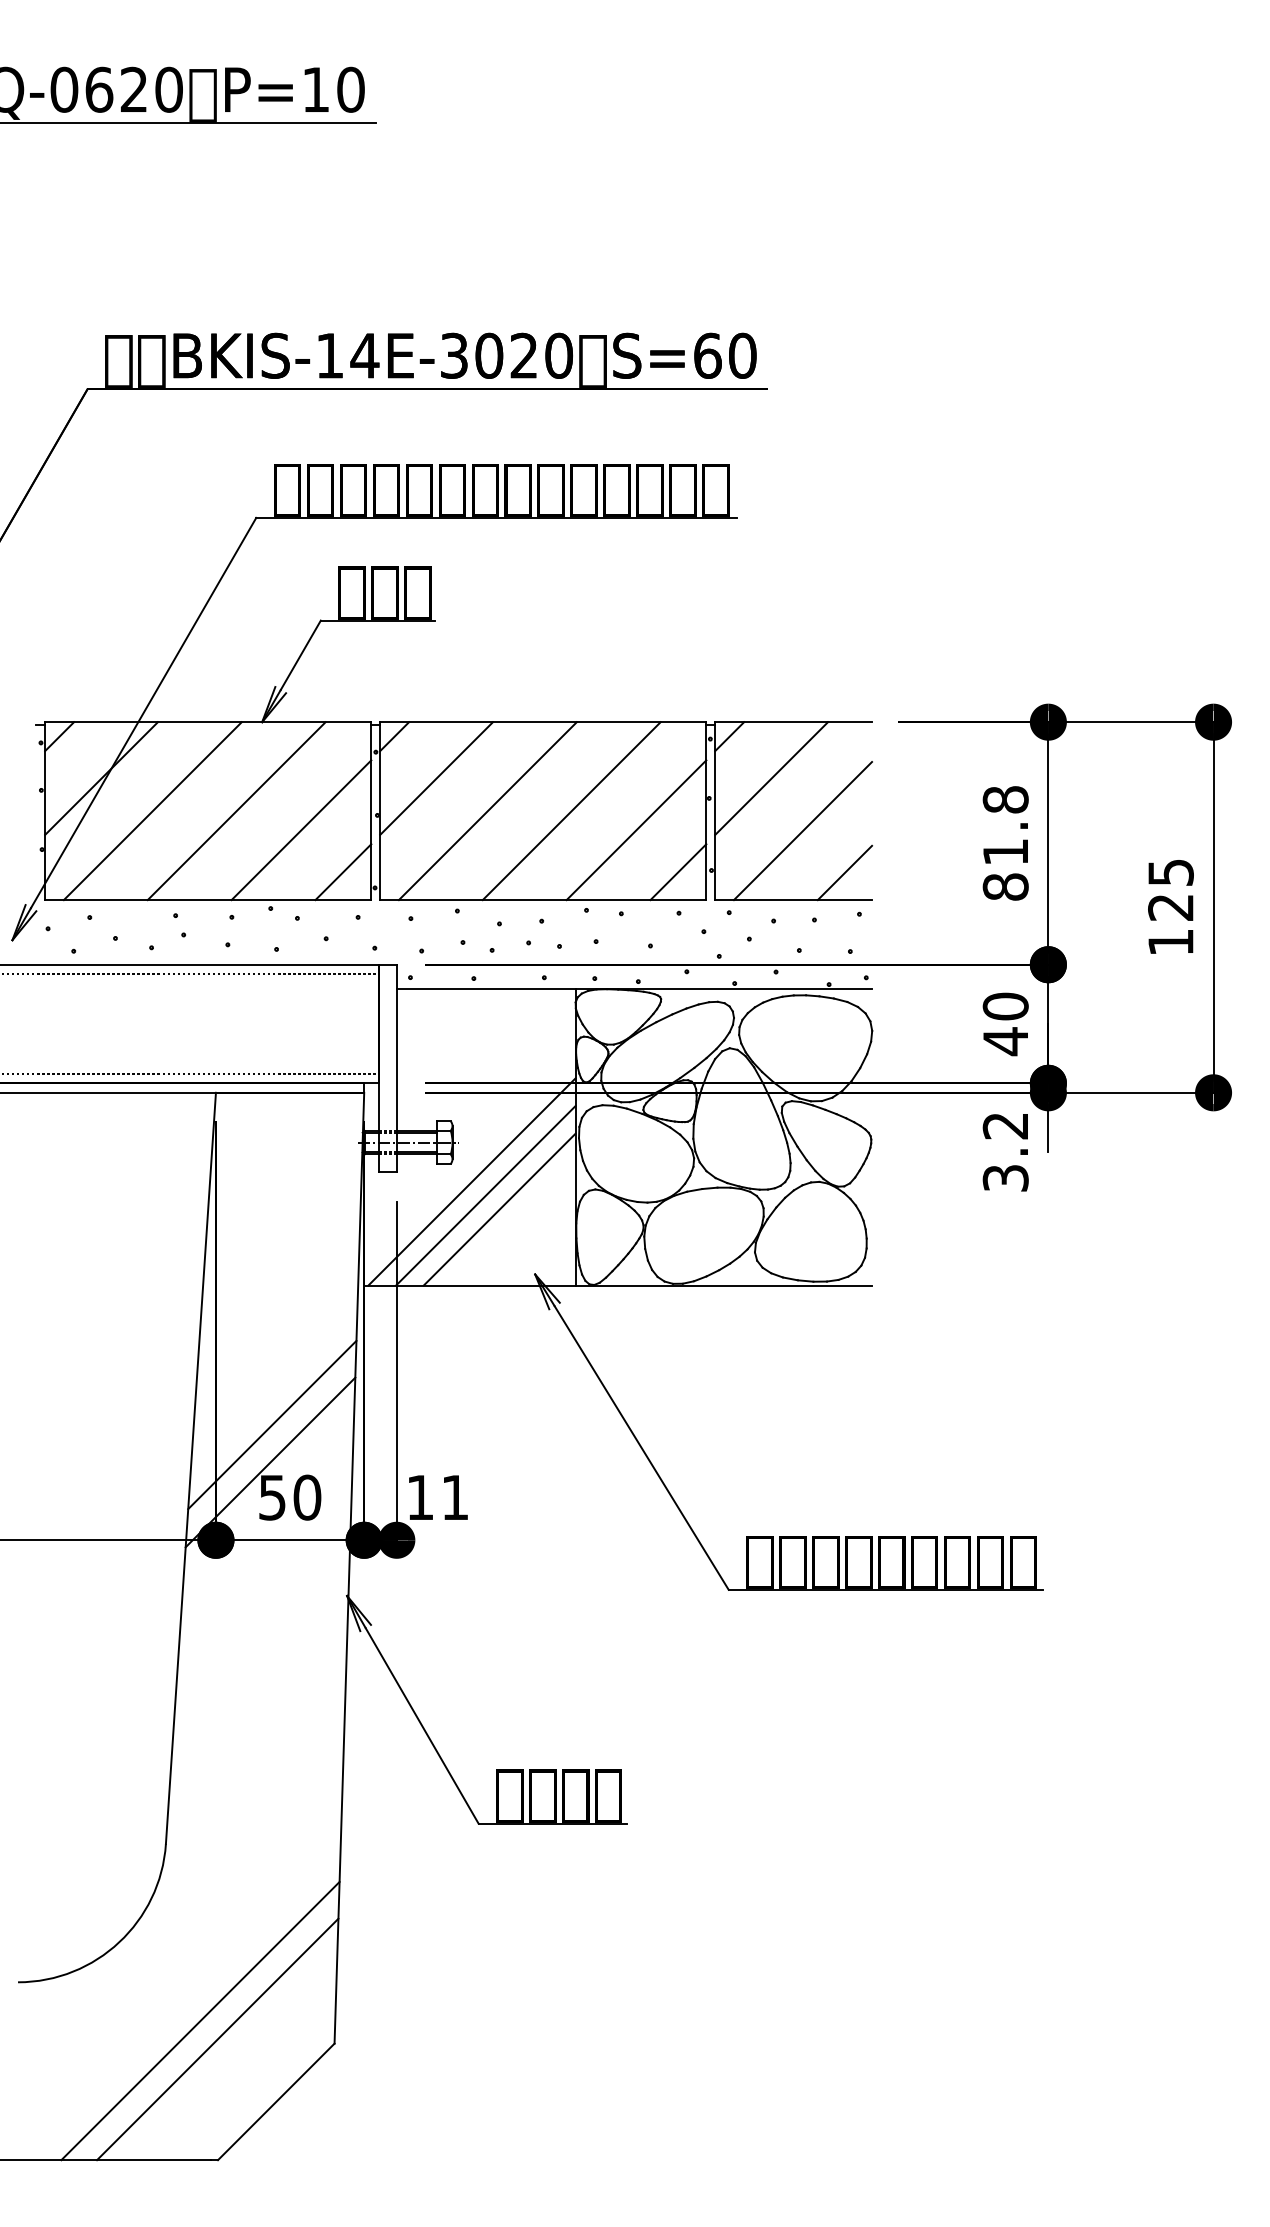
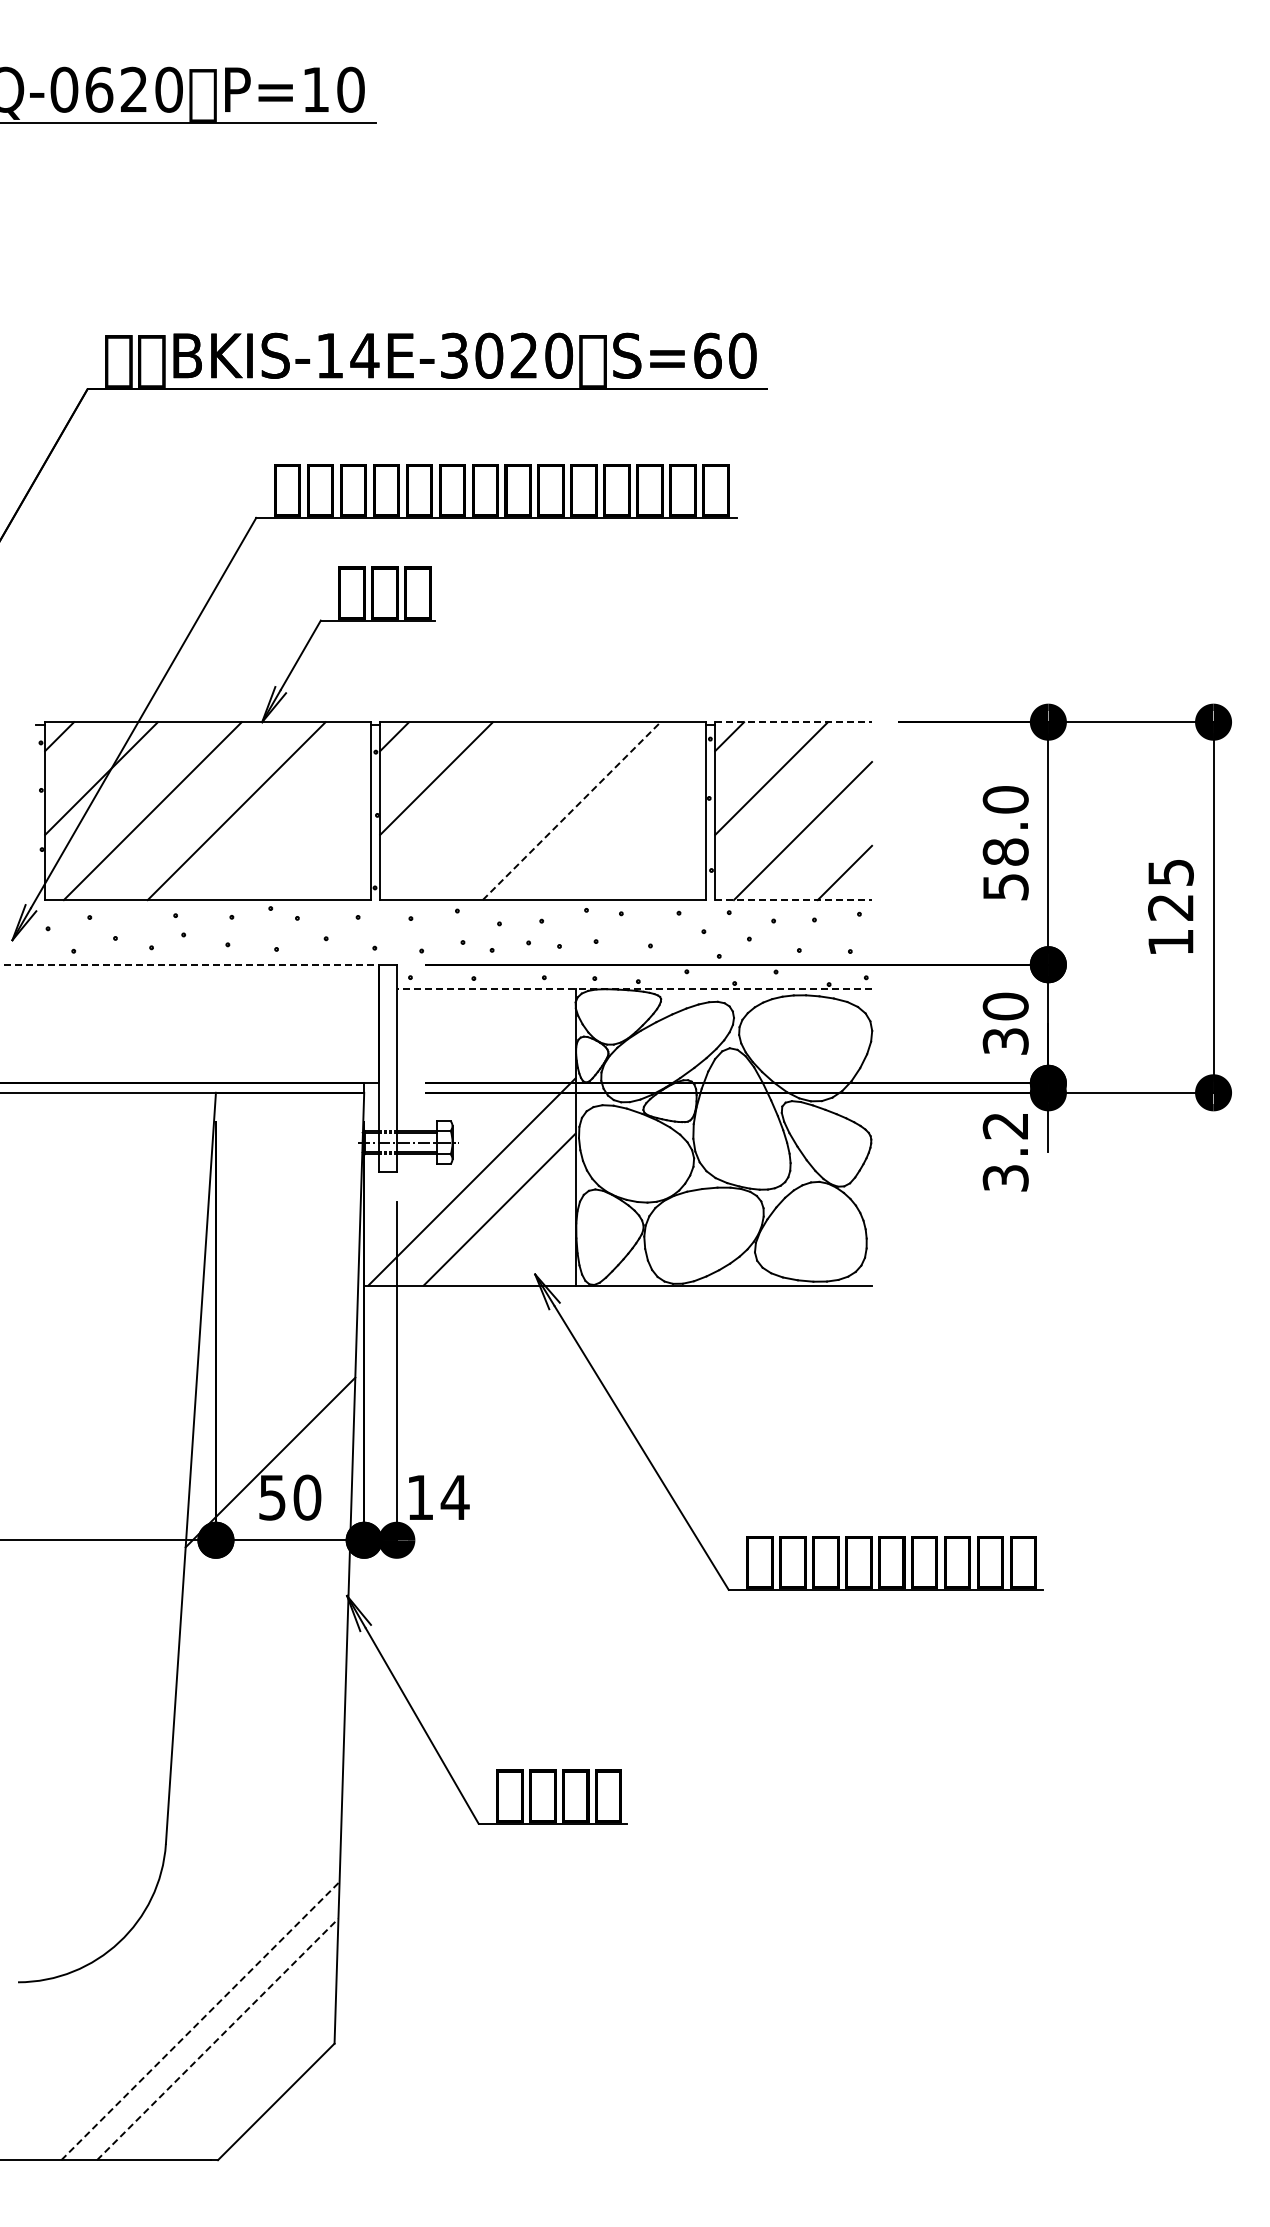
line at (794, 722): solid -> dashed
line at (487, 811): present -> none
line at (571, 811): solid -> dashed
line at (301, 830): present -> none
line at (636, 830): present -> none
text at (1005, 843): 81.8 -> 58.0
line at (343, 872): present -> none
line at (678, 872): present -> none
line at (794, 900): solid -> dashed
line at (190, 964): solid -> dashed
line at (190, 974): present -> none
line at (634, 989): solid -> dashed
text at (1005, 1041): 40 -> 30
line at (190, 1073): present -> none
line at (485, 1195): present -> none
line at (272, 1424): present -> none
text at (454, 1497): 11 -> 14
line at (200, 2021): solid -> dashed
line at (217, 2039): solid -> dashed
